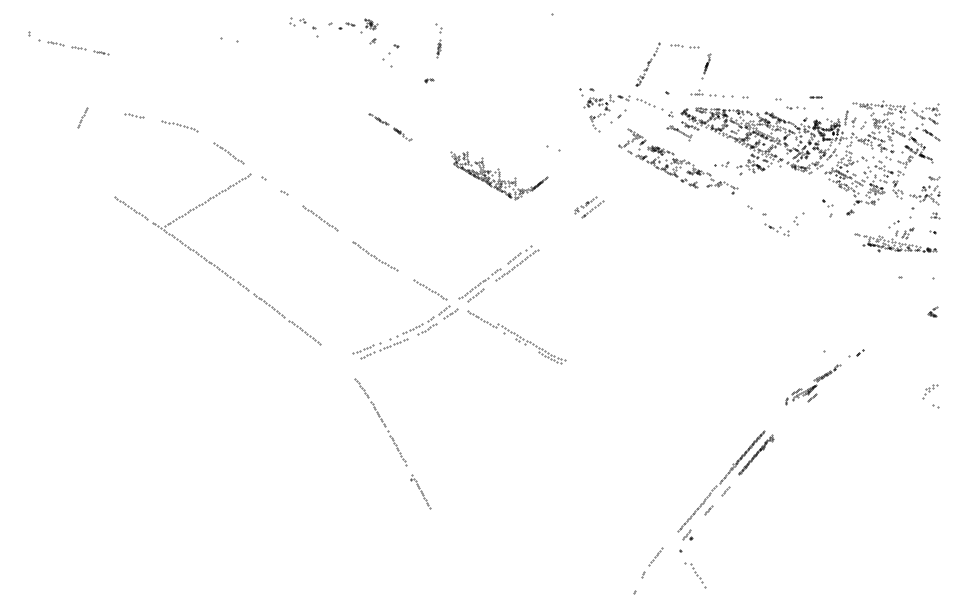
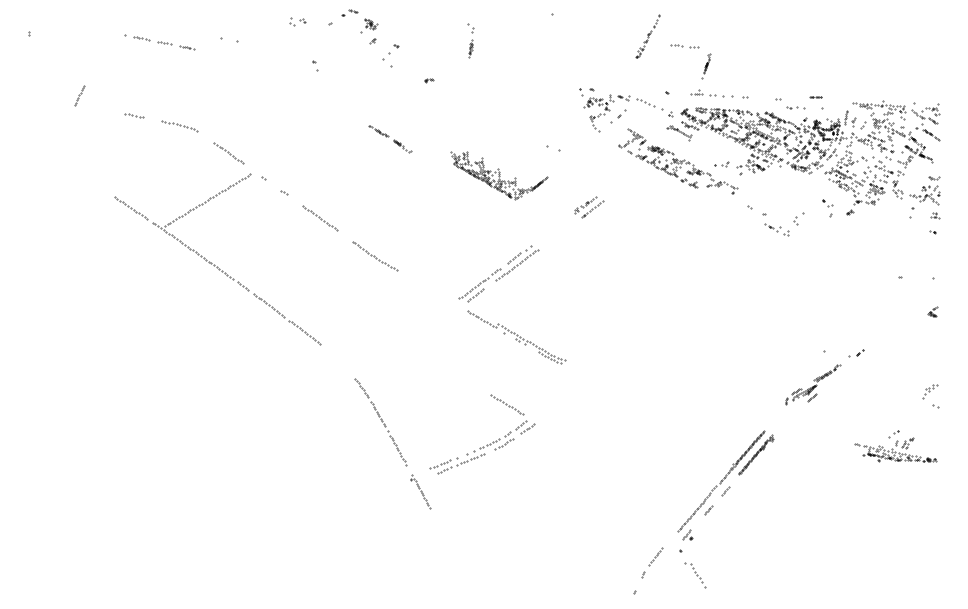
part at (346, 25) position: (346, 25) -> (349, 12)
part at (315, 31) position: (315, 31) -> (315, 65)
part at (438, 40) position: (438, 40) -> (470, 40)
part at (73, 47) position: (73, 47) -> (159, 42)
part at (647, 64) position: (647, 64) -> (647, 36)
part at (82, 117) position: (82, 117) -> (79, 95)
part at (390, 127) position: (390, 127) -> (390, 139)
part at (895, 236) position: (895, 236) -> (895, 446)
part at (410, 329) position: (410, 329) -> (487, 444)
